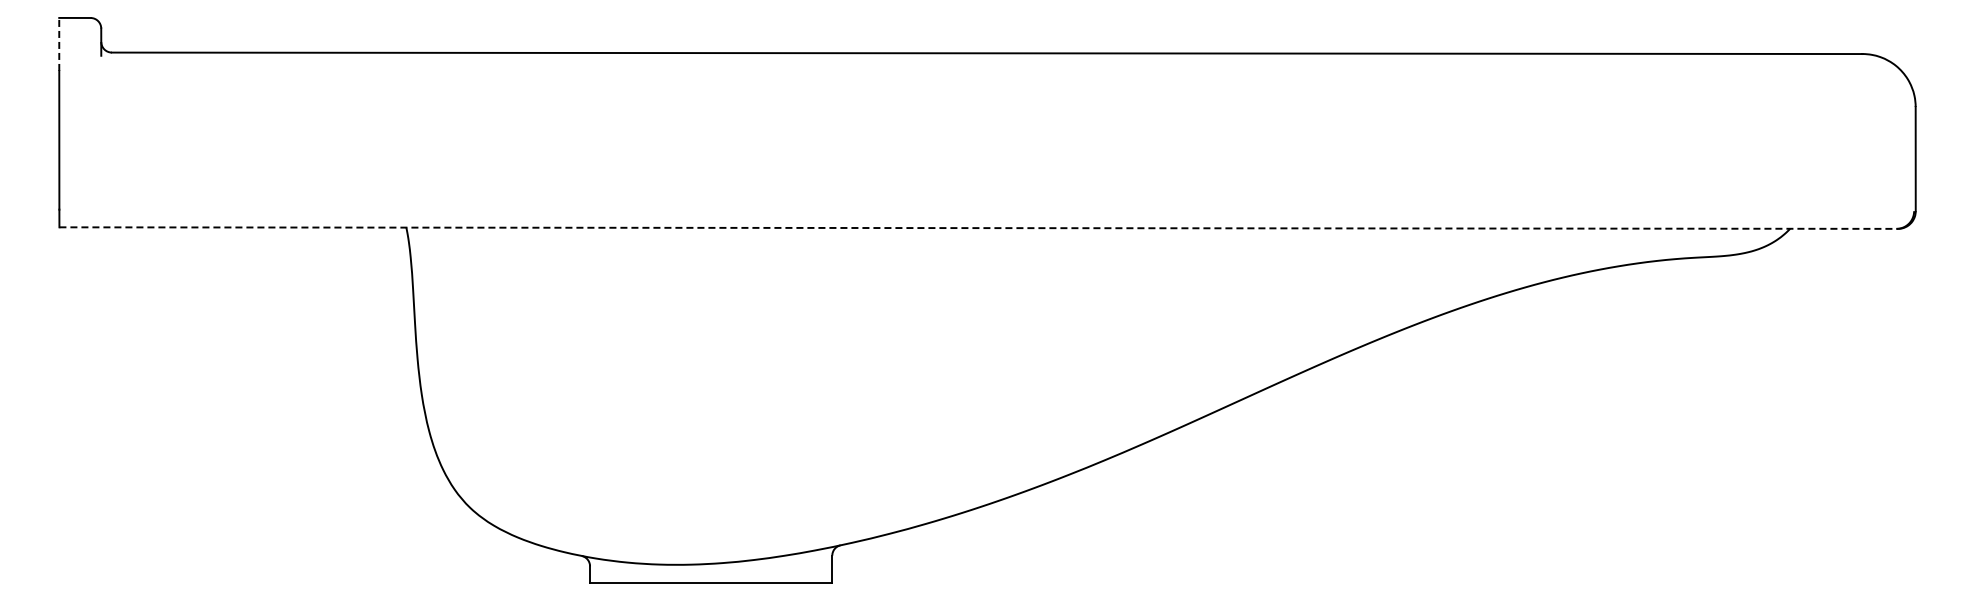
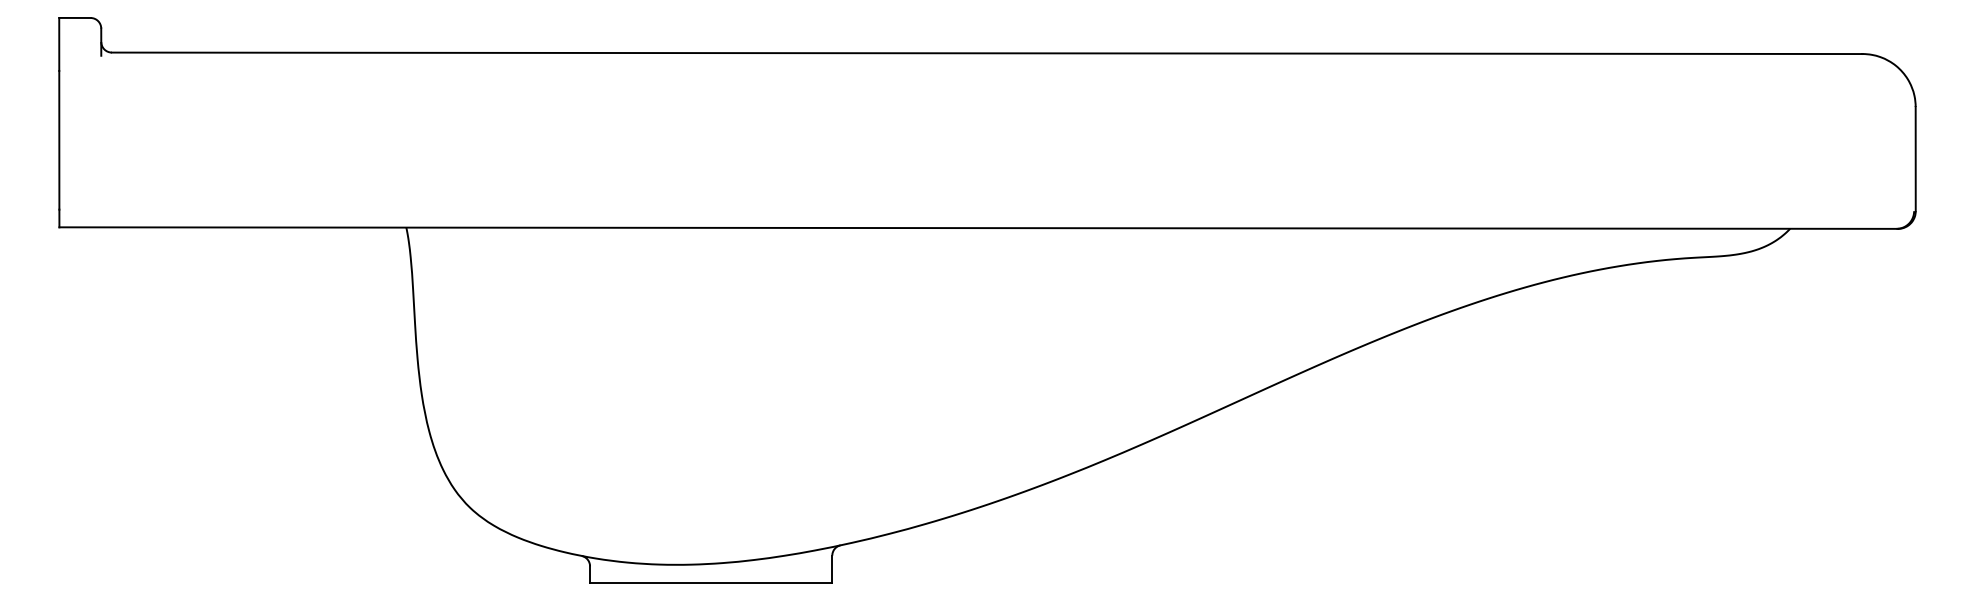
line at (59, 43): dashed -> solid
line at (979, 228): dashed -> solid
